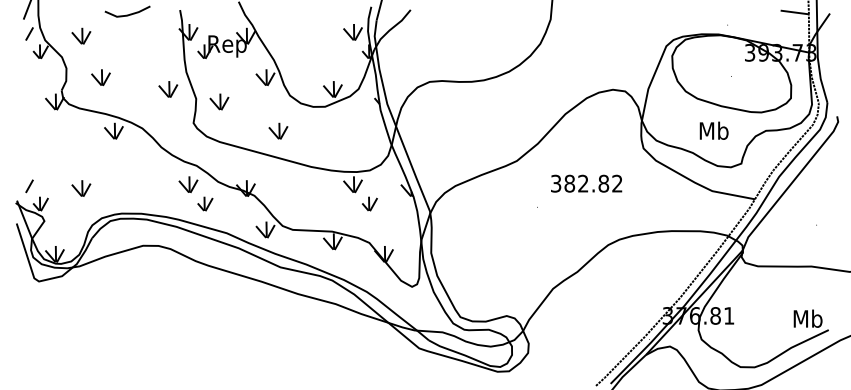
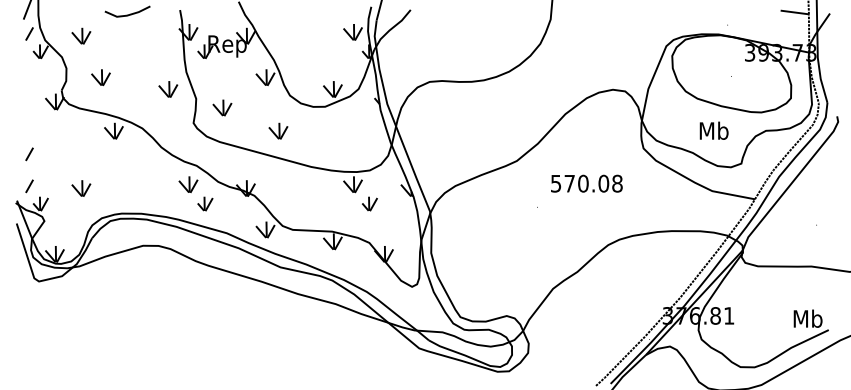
part at (219, 101) position: (219, 101) -> (222, 107)
line at (29, 154): none -> present
text at (586, 183): 382.82 -> 570.08
